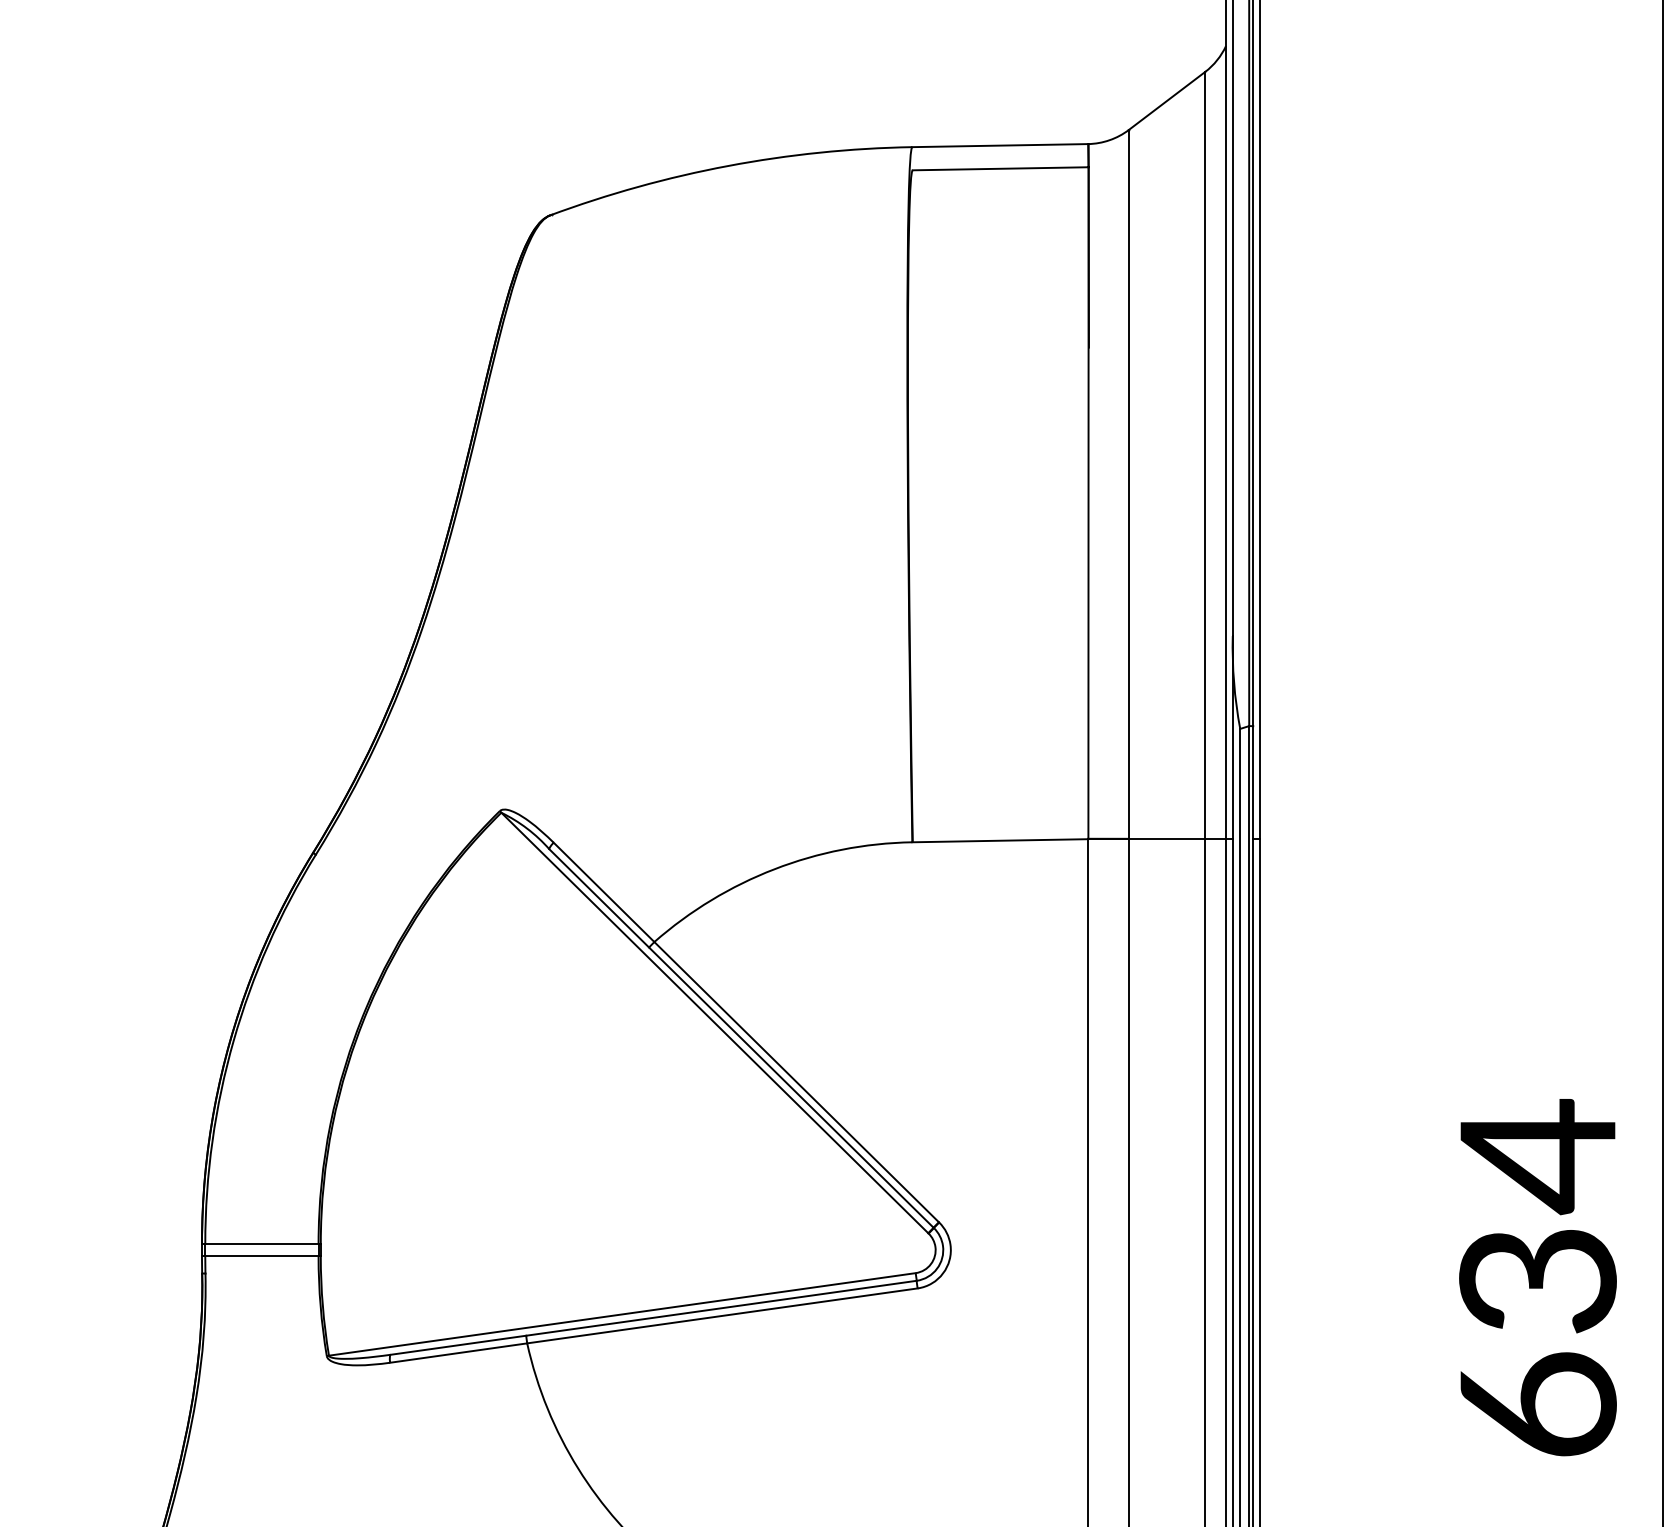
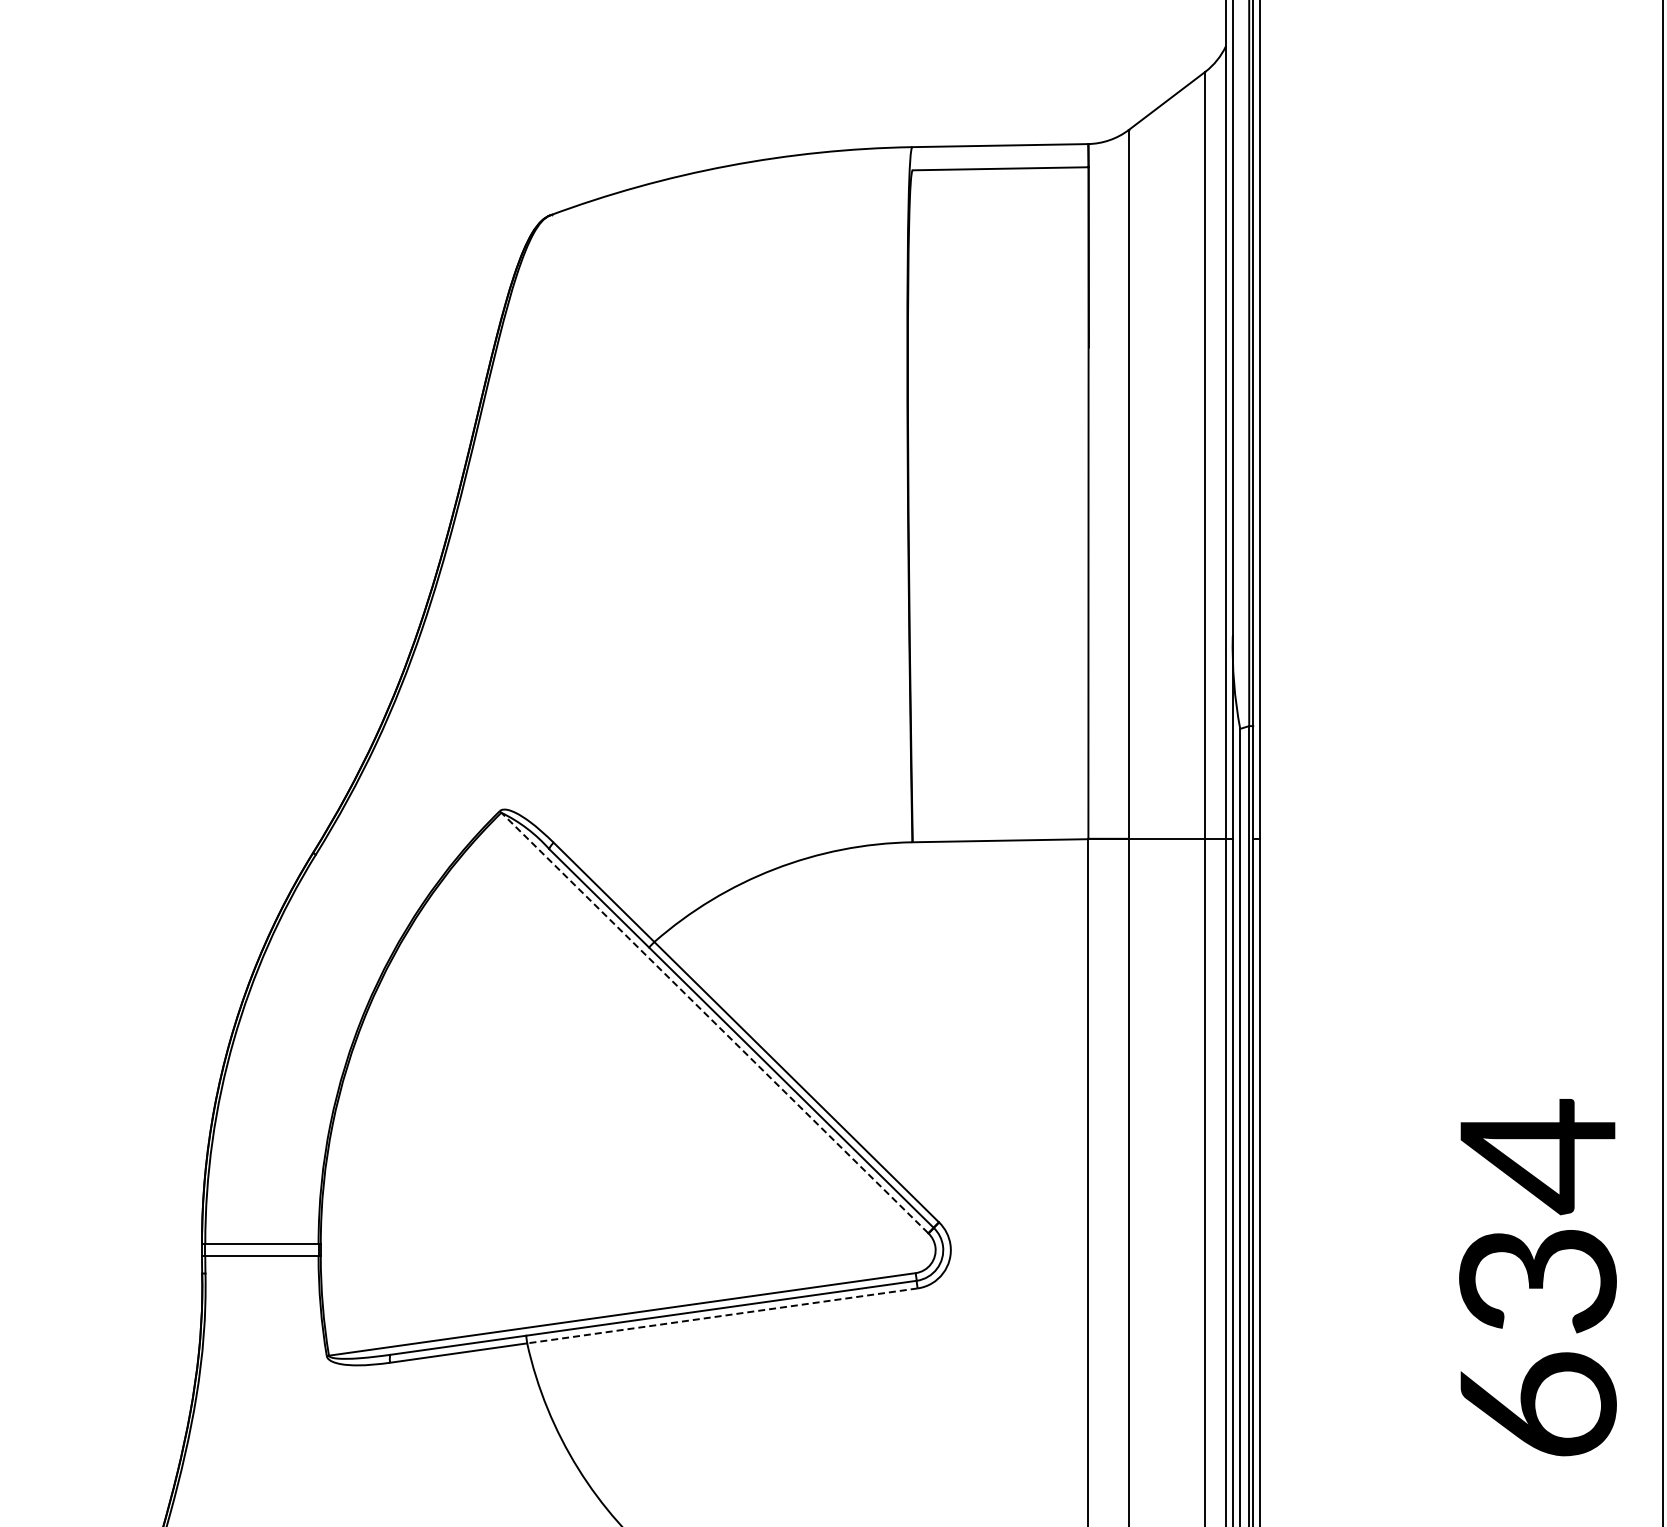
line at (714, 1022): solid -> dashed
line at (721, 1315): solid -> dashed
